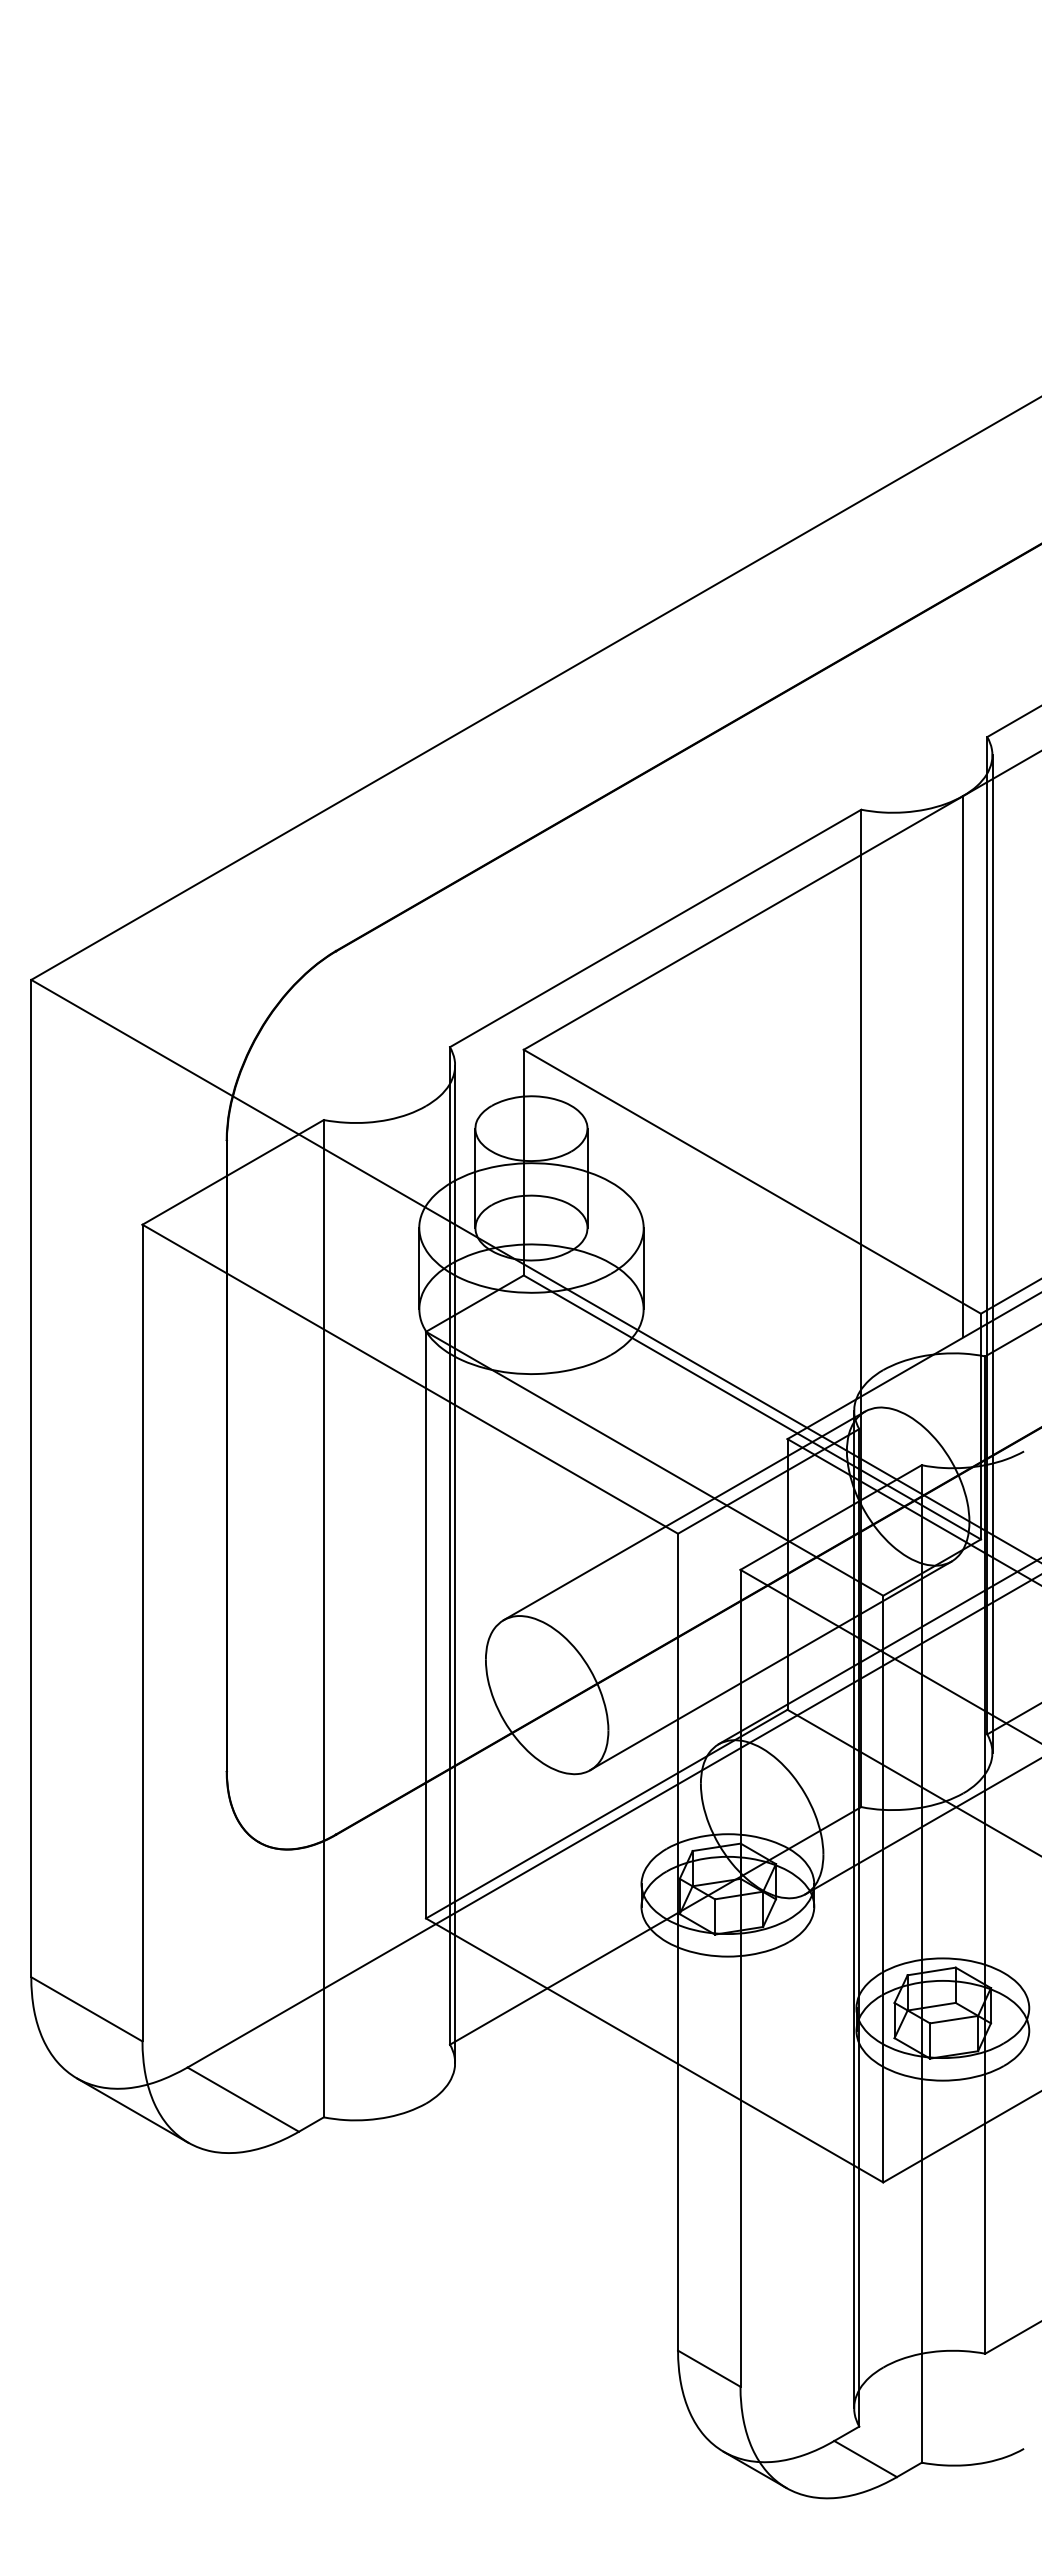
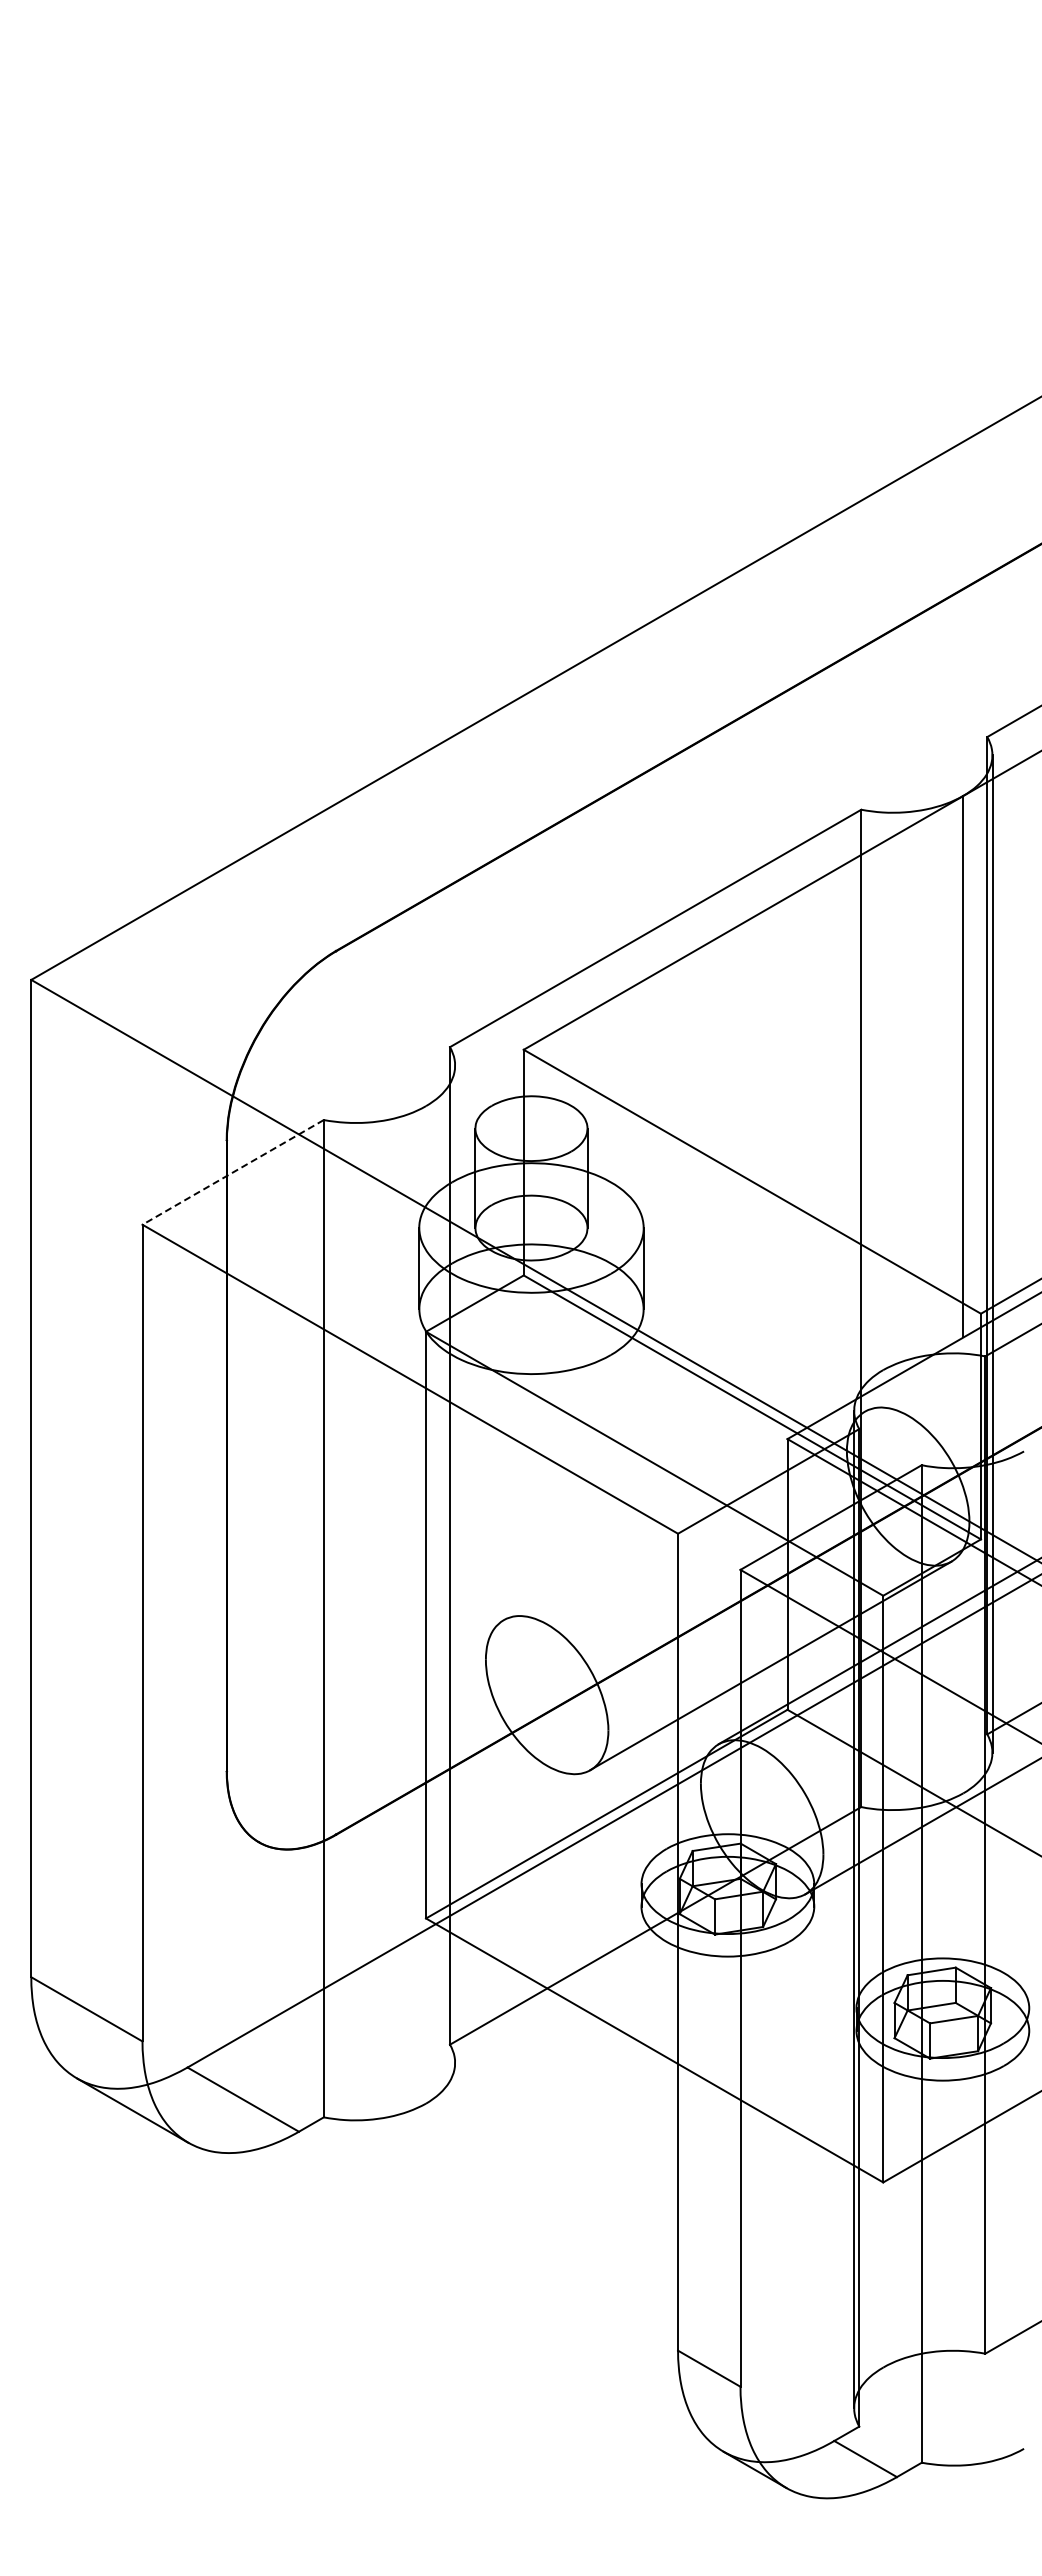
line at (233, 1172): solid -> dashed
line at (683, 1515): present -> none
line at (455, 1563): present -> none
